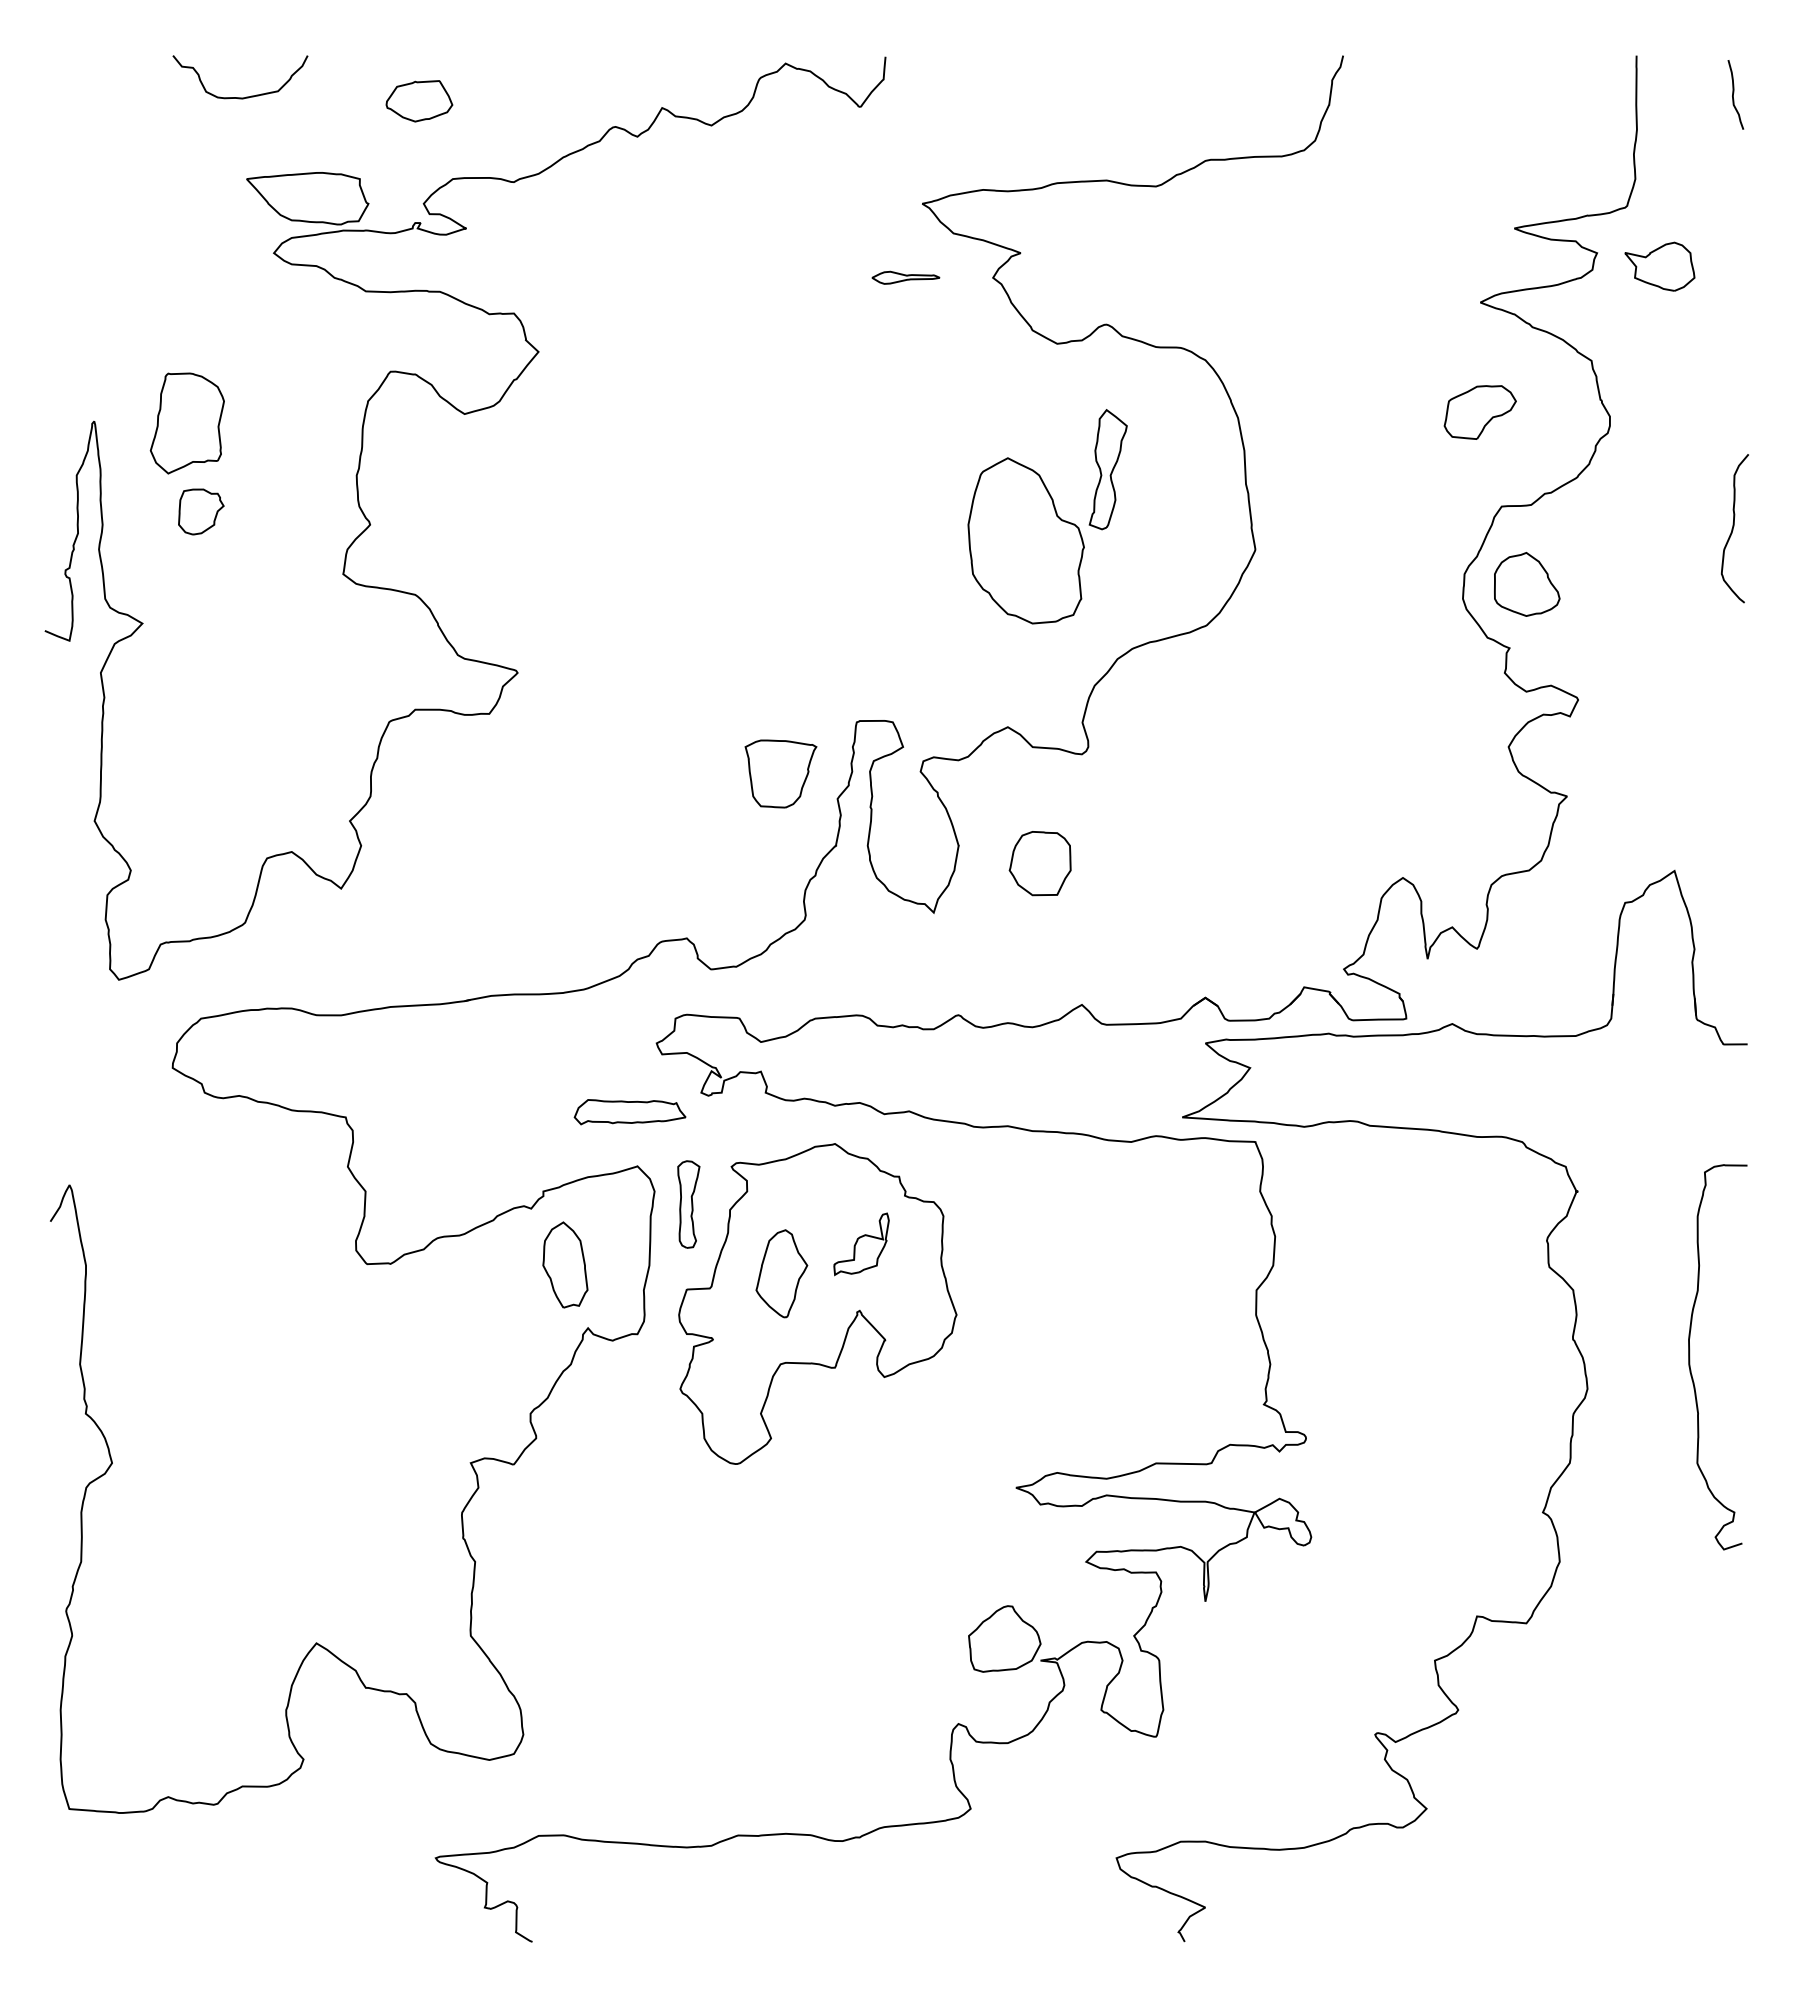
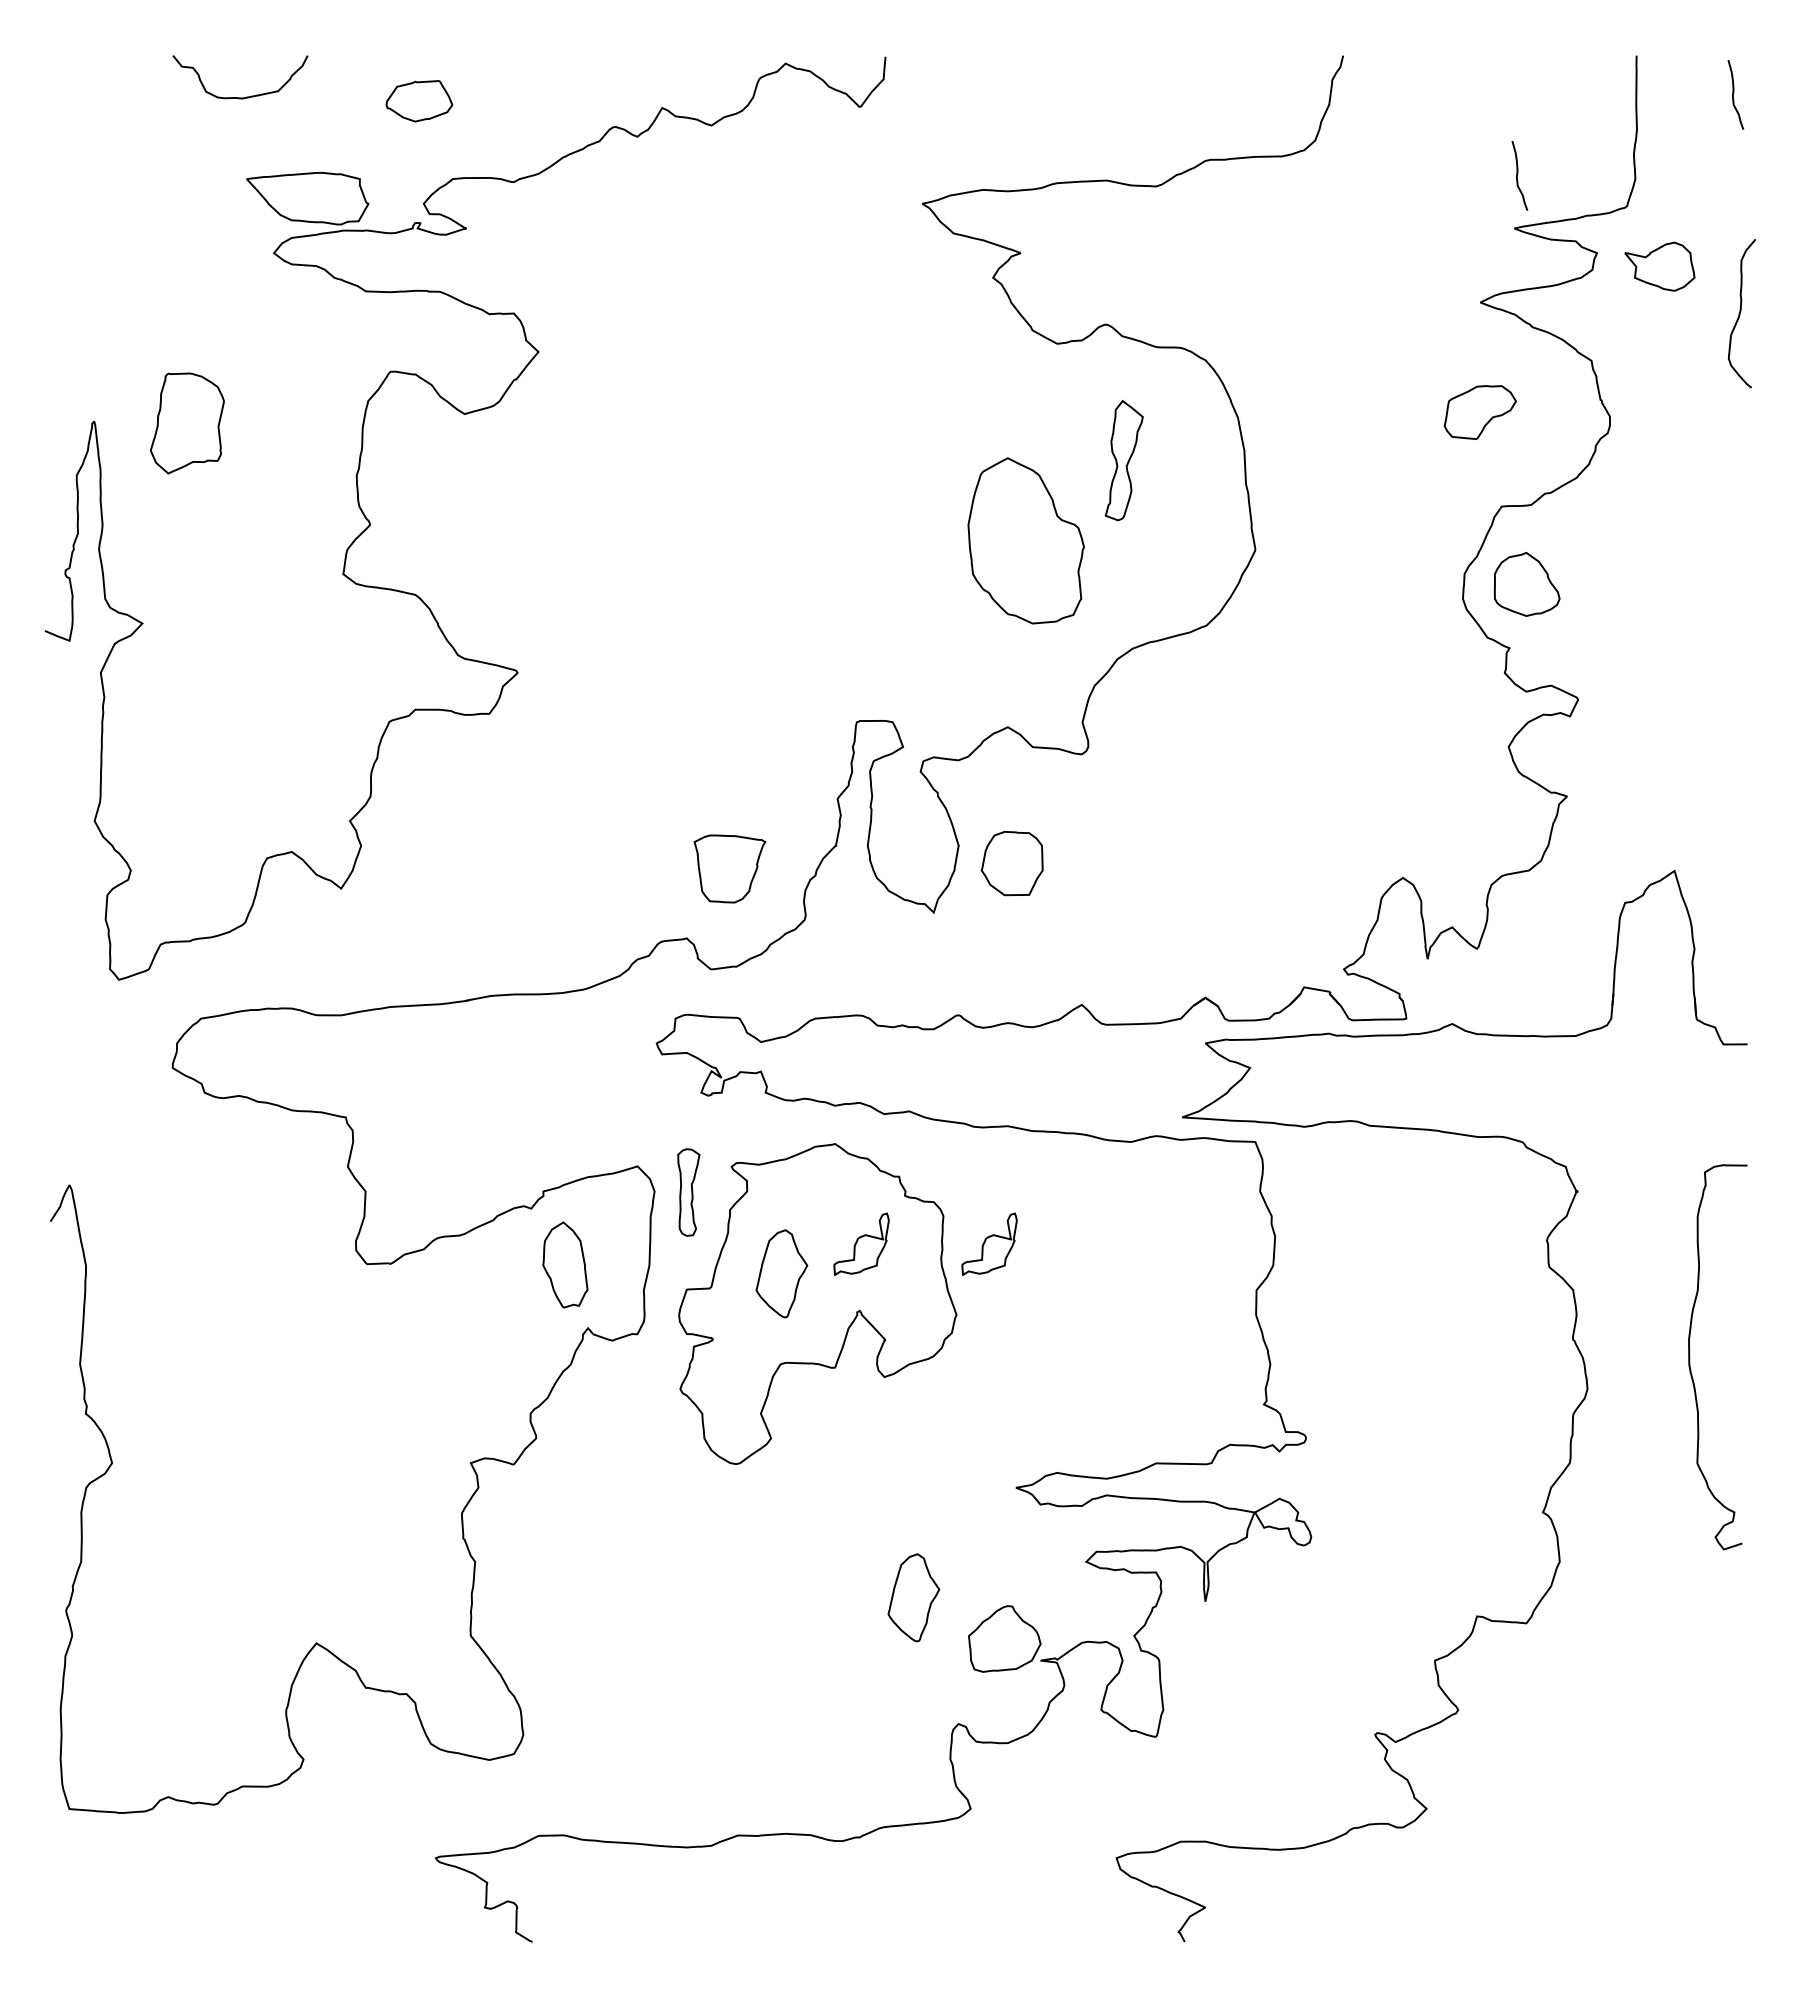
curve at (1517, 175): none -> present
part at (905, 277): present -> none
part at (1107, 469) position: (1107, 469) -> (1123, 460)
part at (201, 511): present -> none
curve at (1733, 528) position: (1733, 528) -> (1740, 313)
part at (780, 773) position: (780, 773) -> (729, 868)
part at (1039, 863) position: (1039, 863) -> (1011, 863)
part at (629, 1112): present -> none
part at (688, 1204) position: (688, 1204) -> (688, 1192)
part at (989, 1244): none -> present
part at (913, 1597): none -> present
